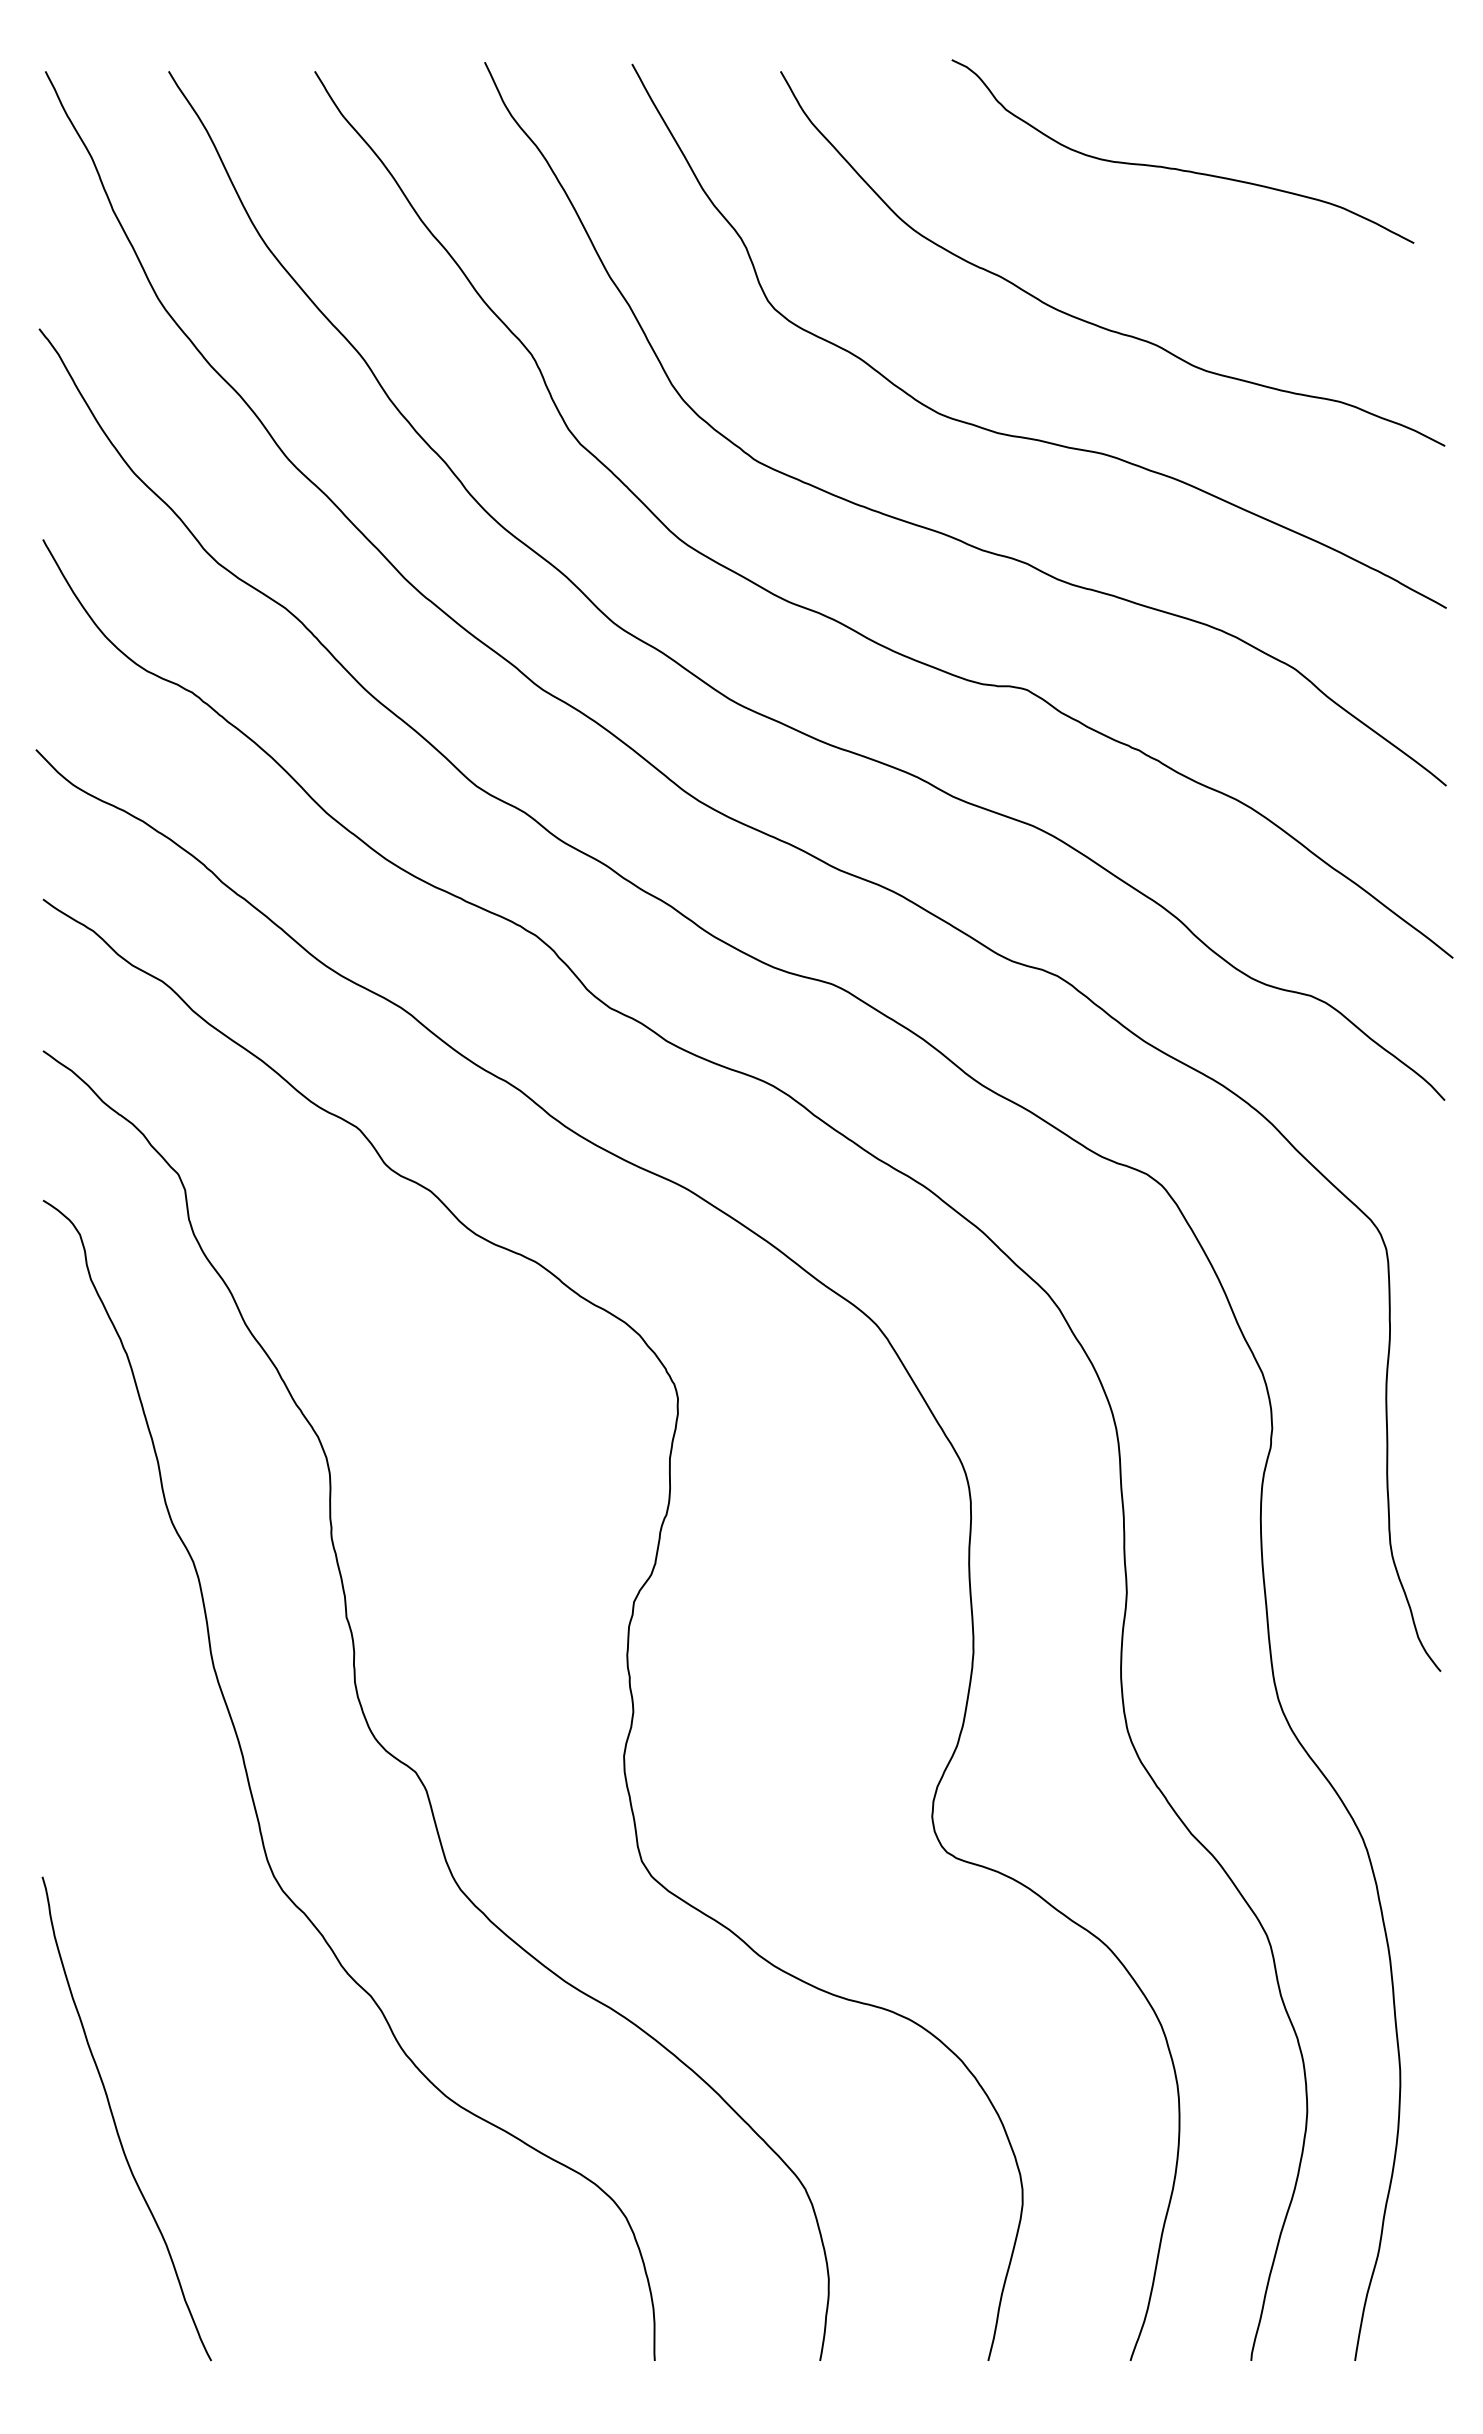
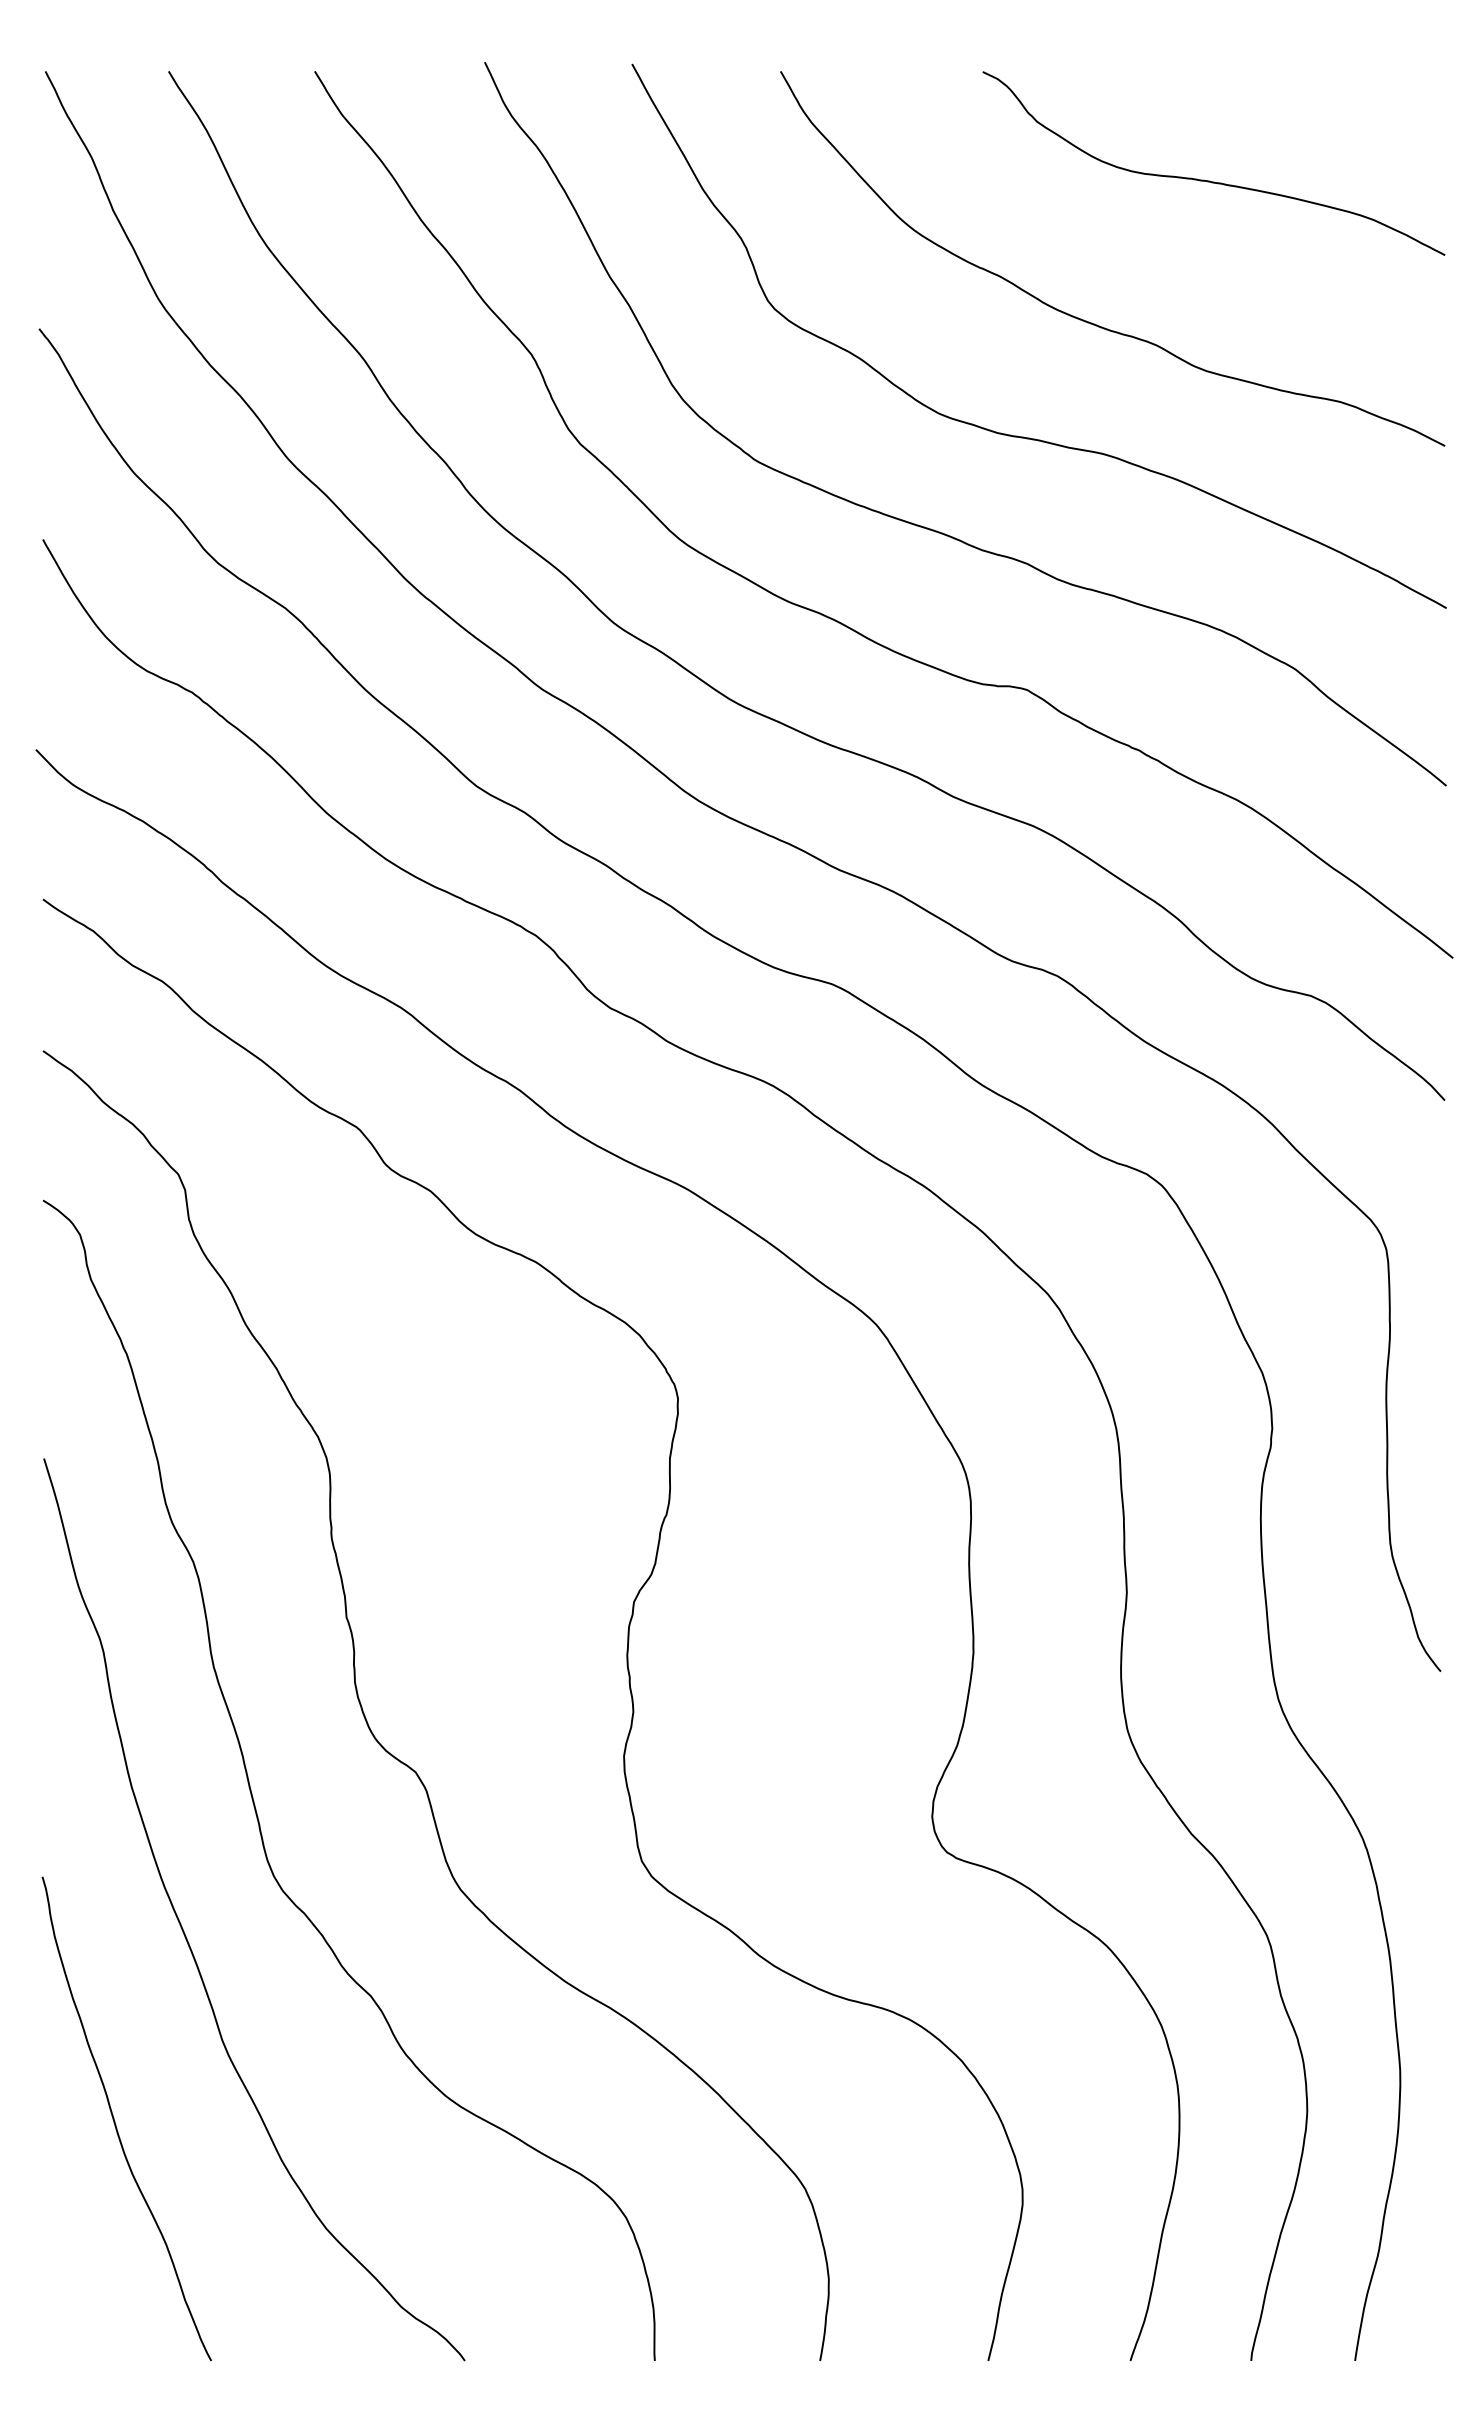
curve at (1178, 168) position: (1178, 168) -> (1209, 180)
curve at (187, 1938): none -> present
